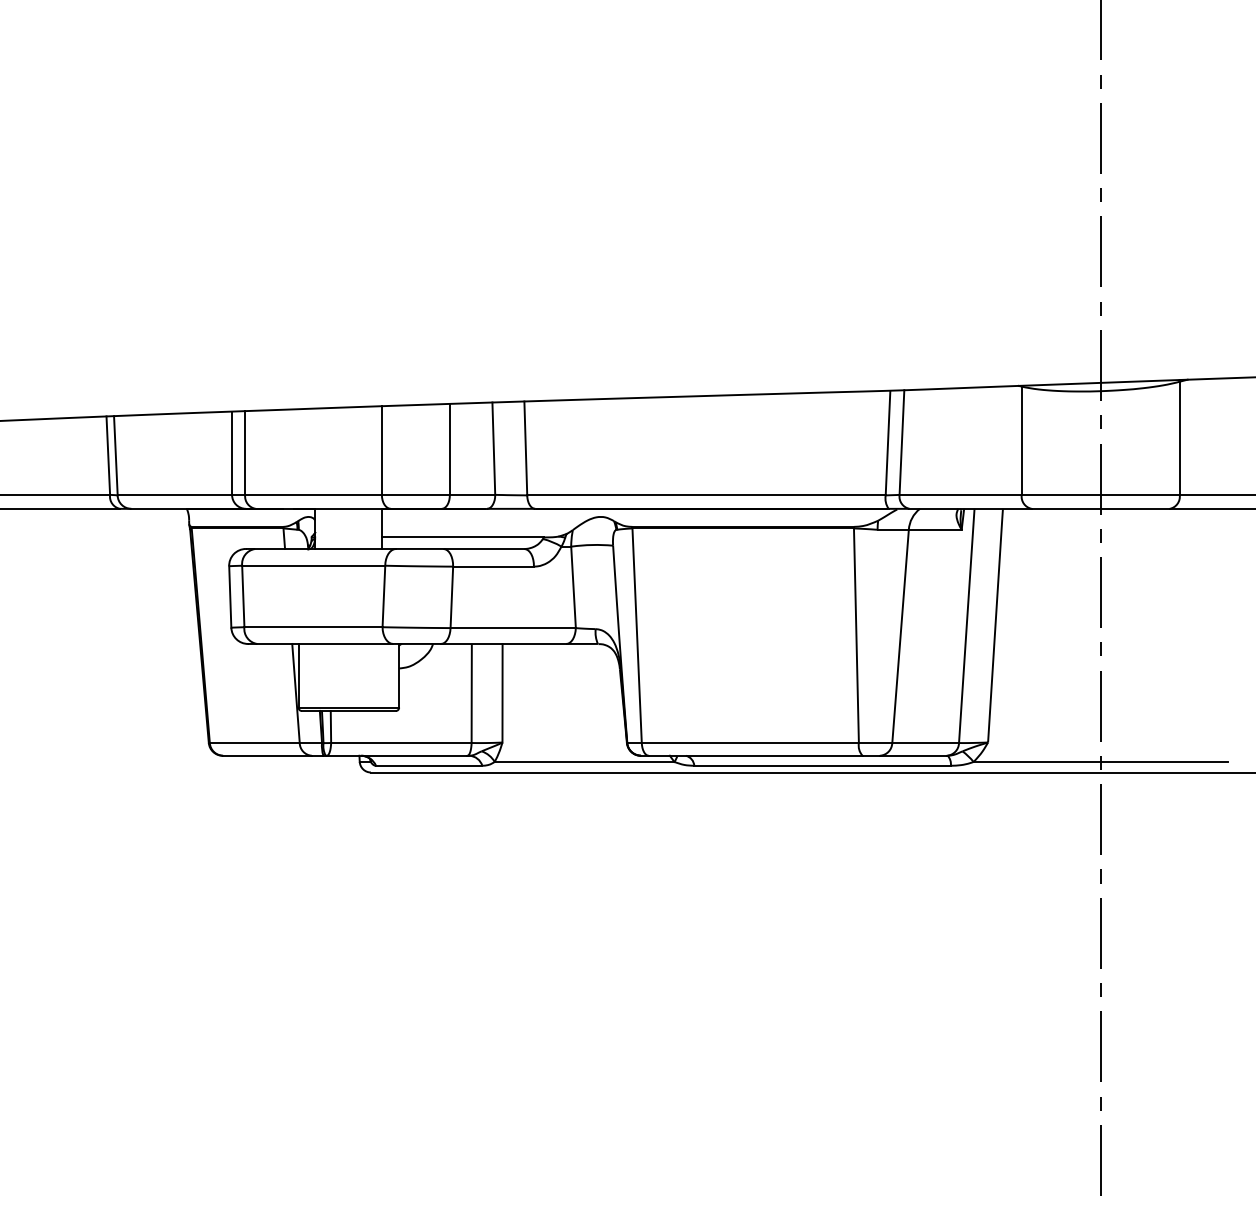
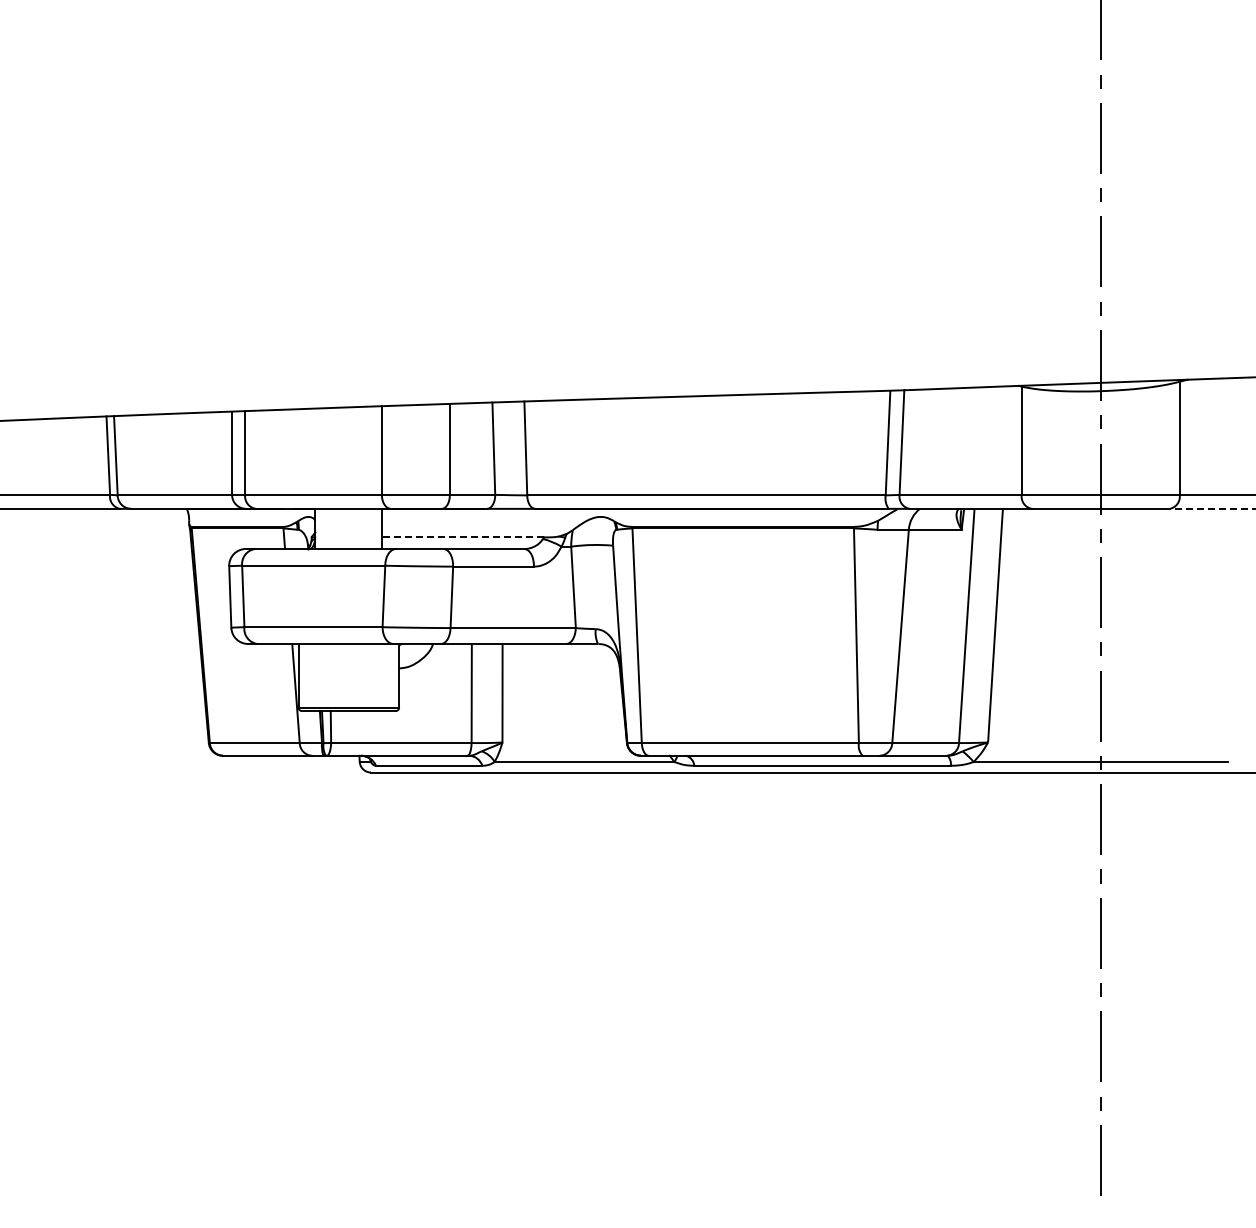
line at (1212, 508): solid -> dashed
line at (463, 537): solid -> dashed
